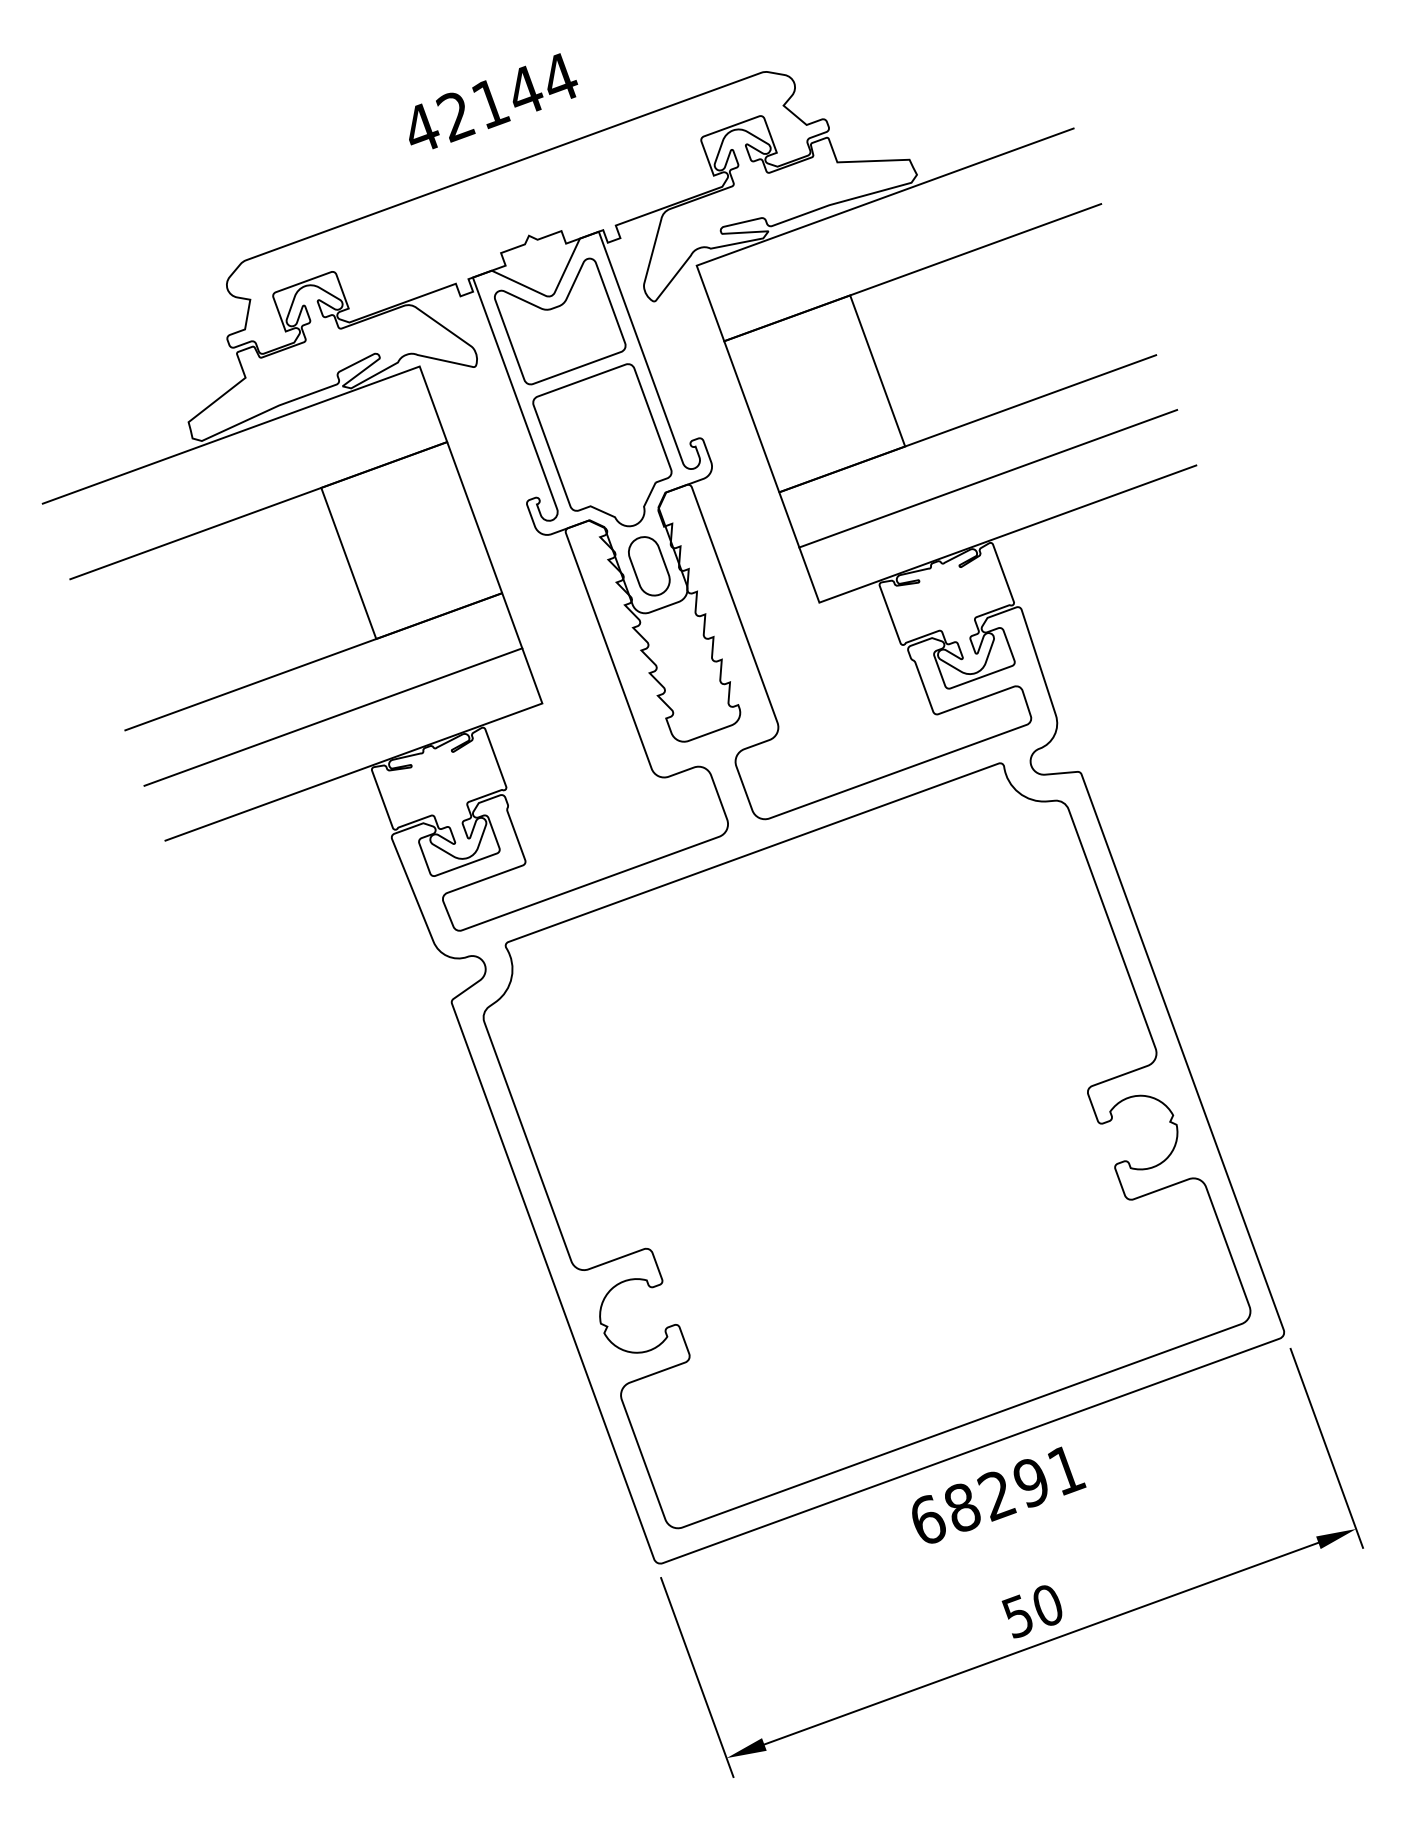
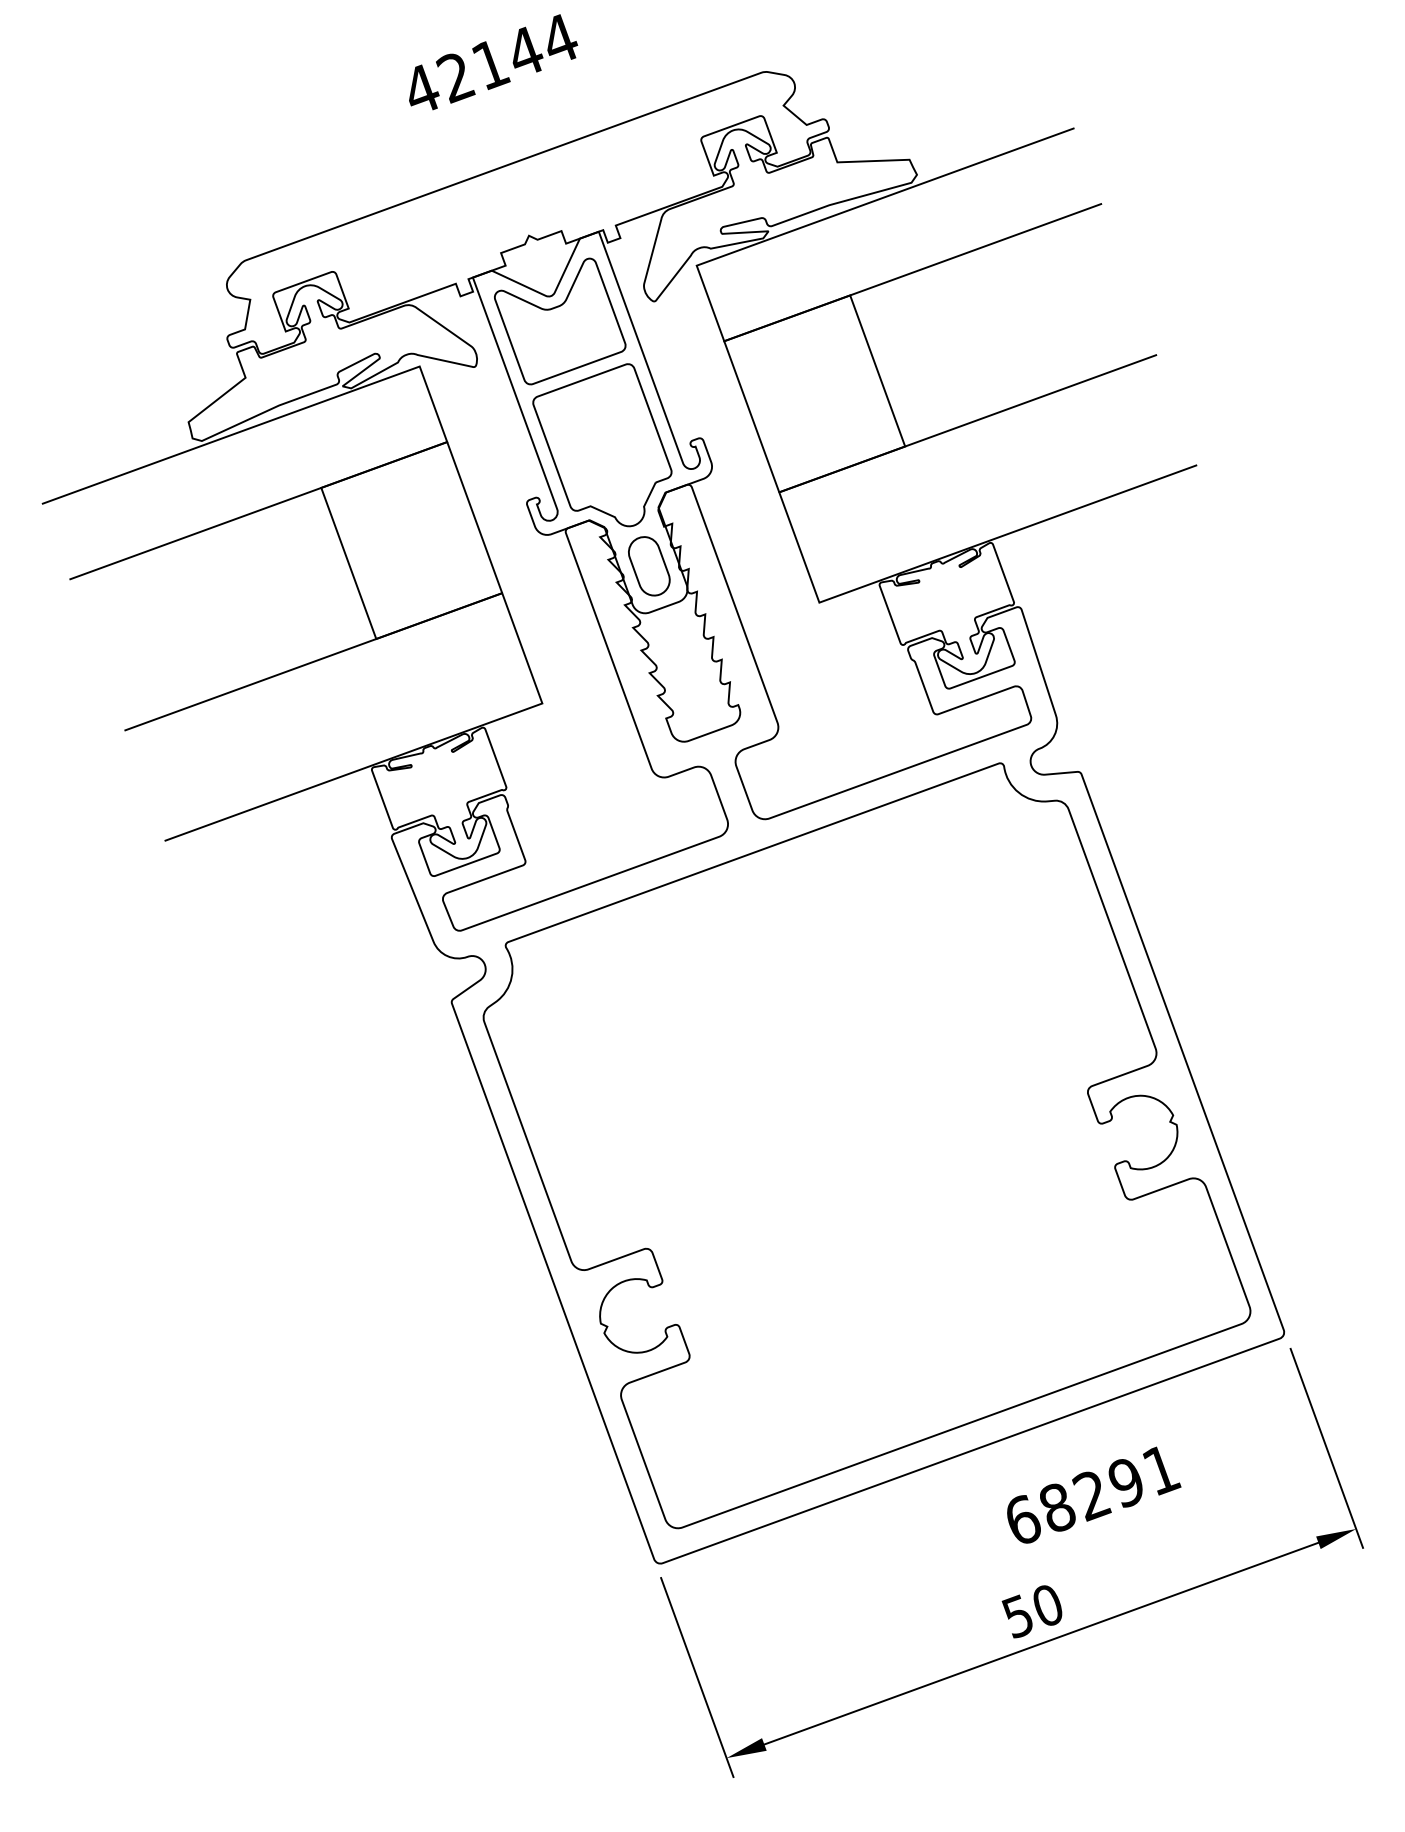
text at (493, 101) position: (493, 101) -> (493, 62)
line at (988, 478): present -> none
line at (333, 716): present -> none
text at (999, 1494) position: (999, 1494) -> (1094, 1494)
